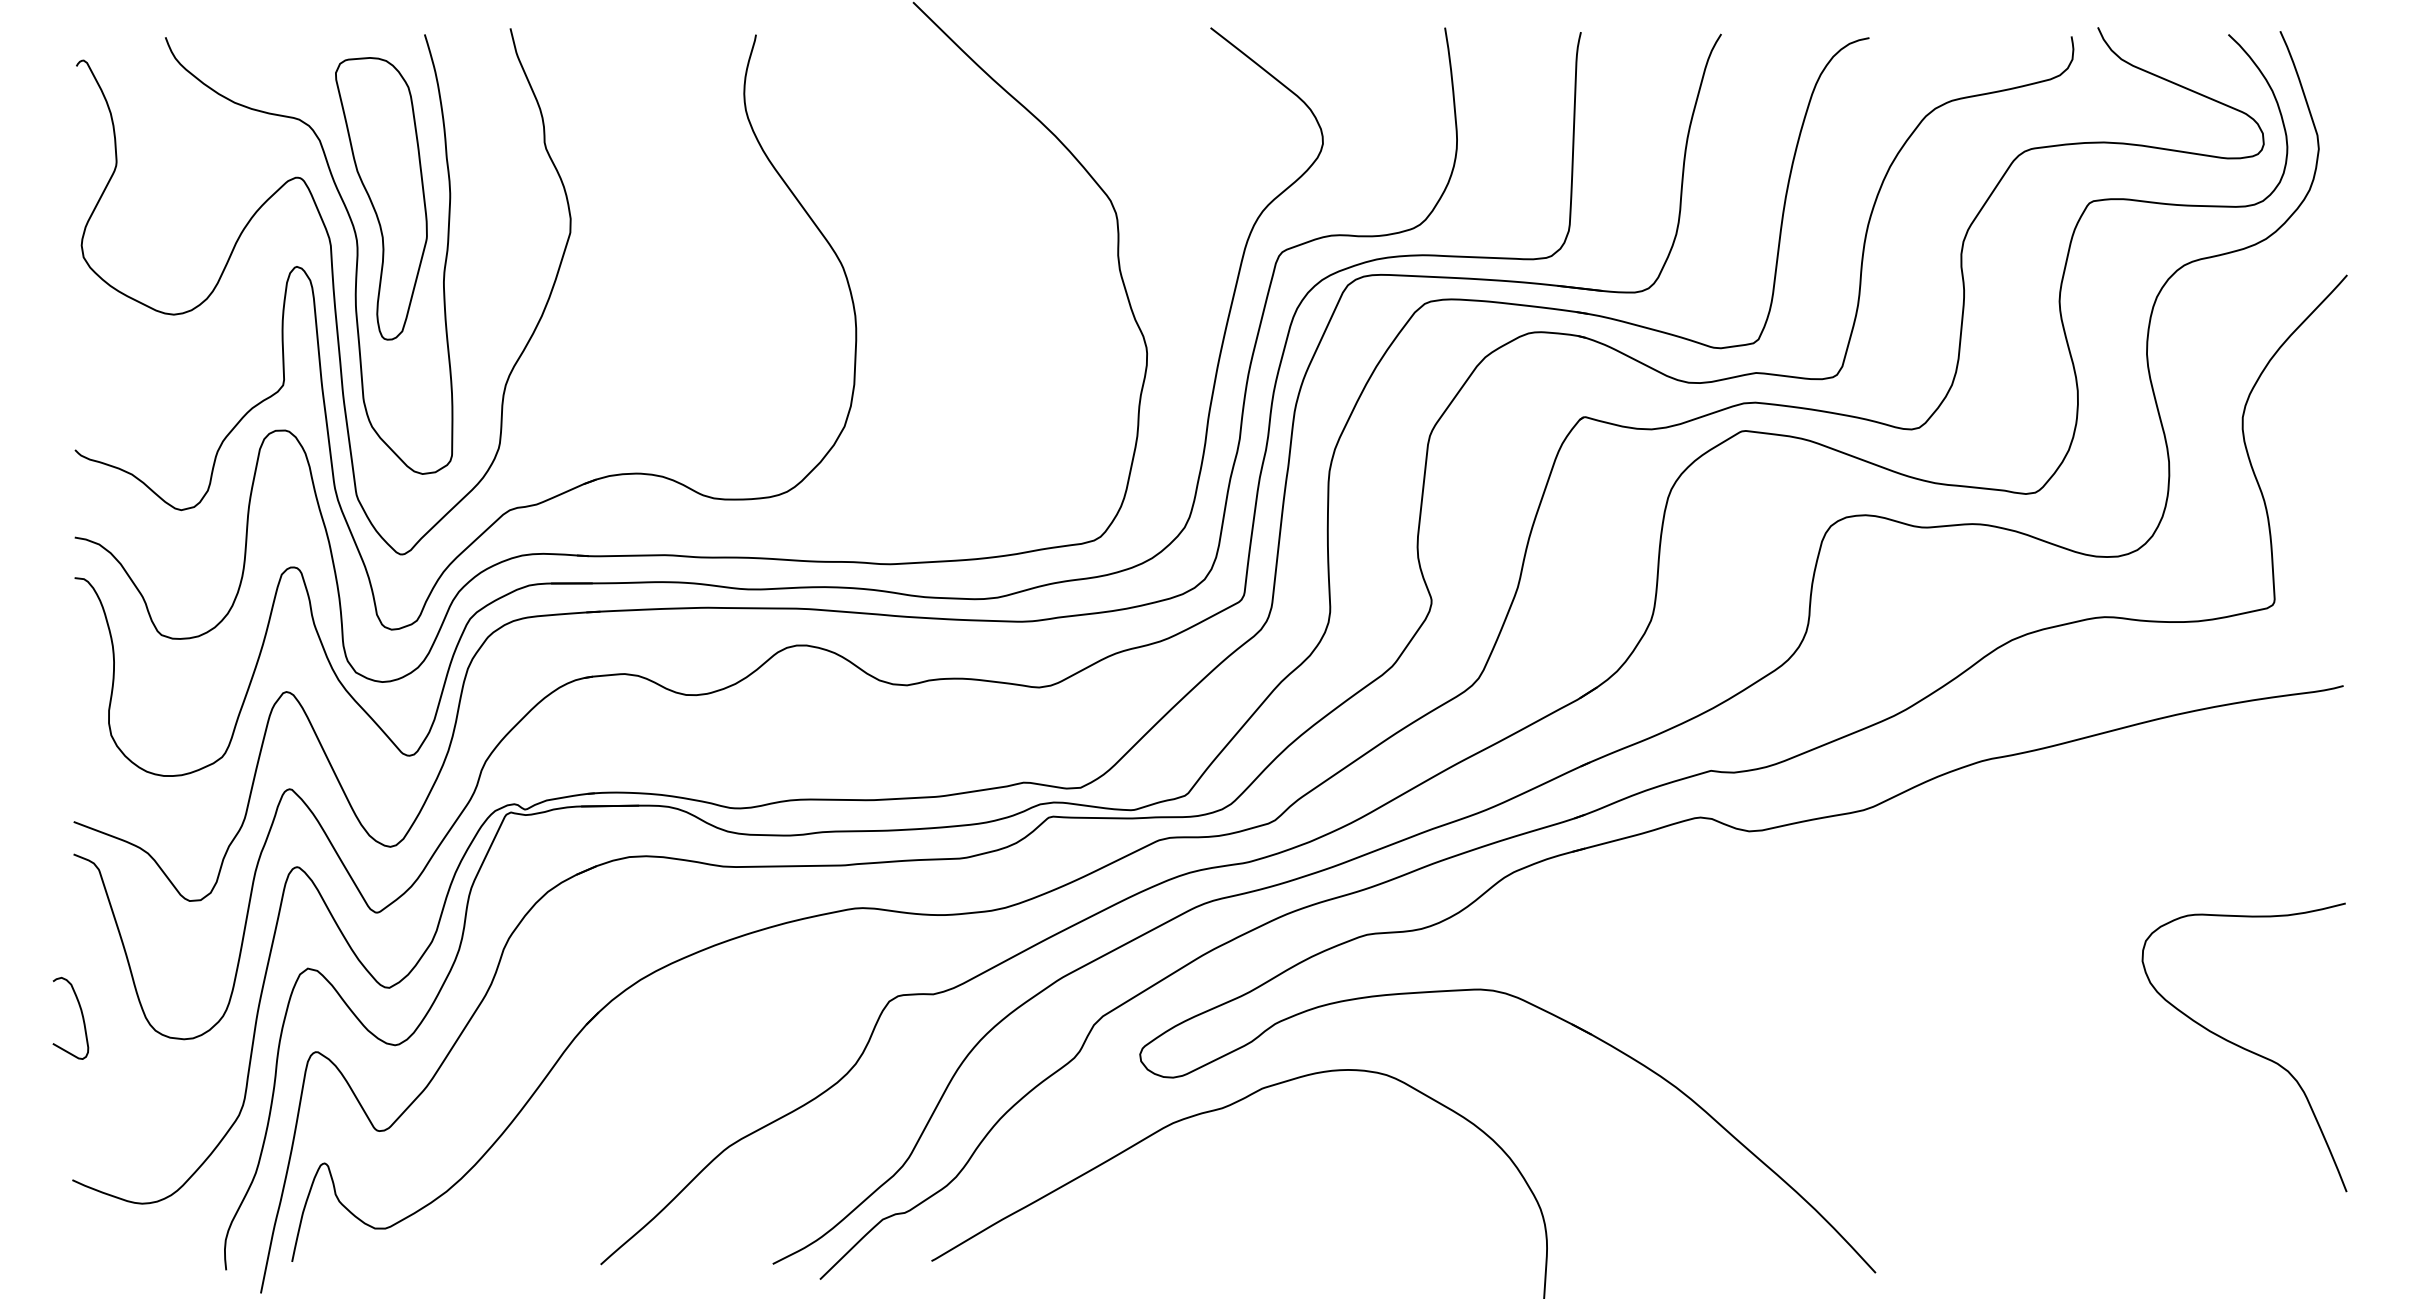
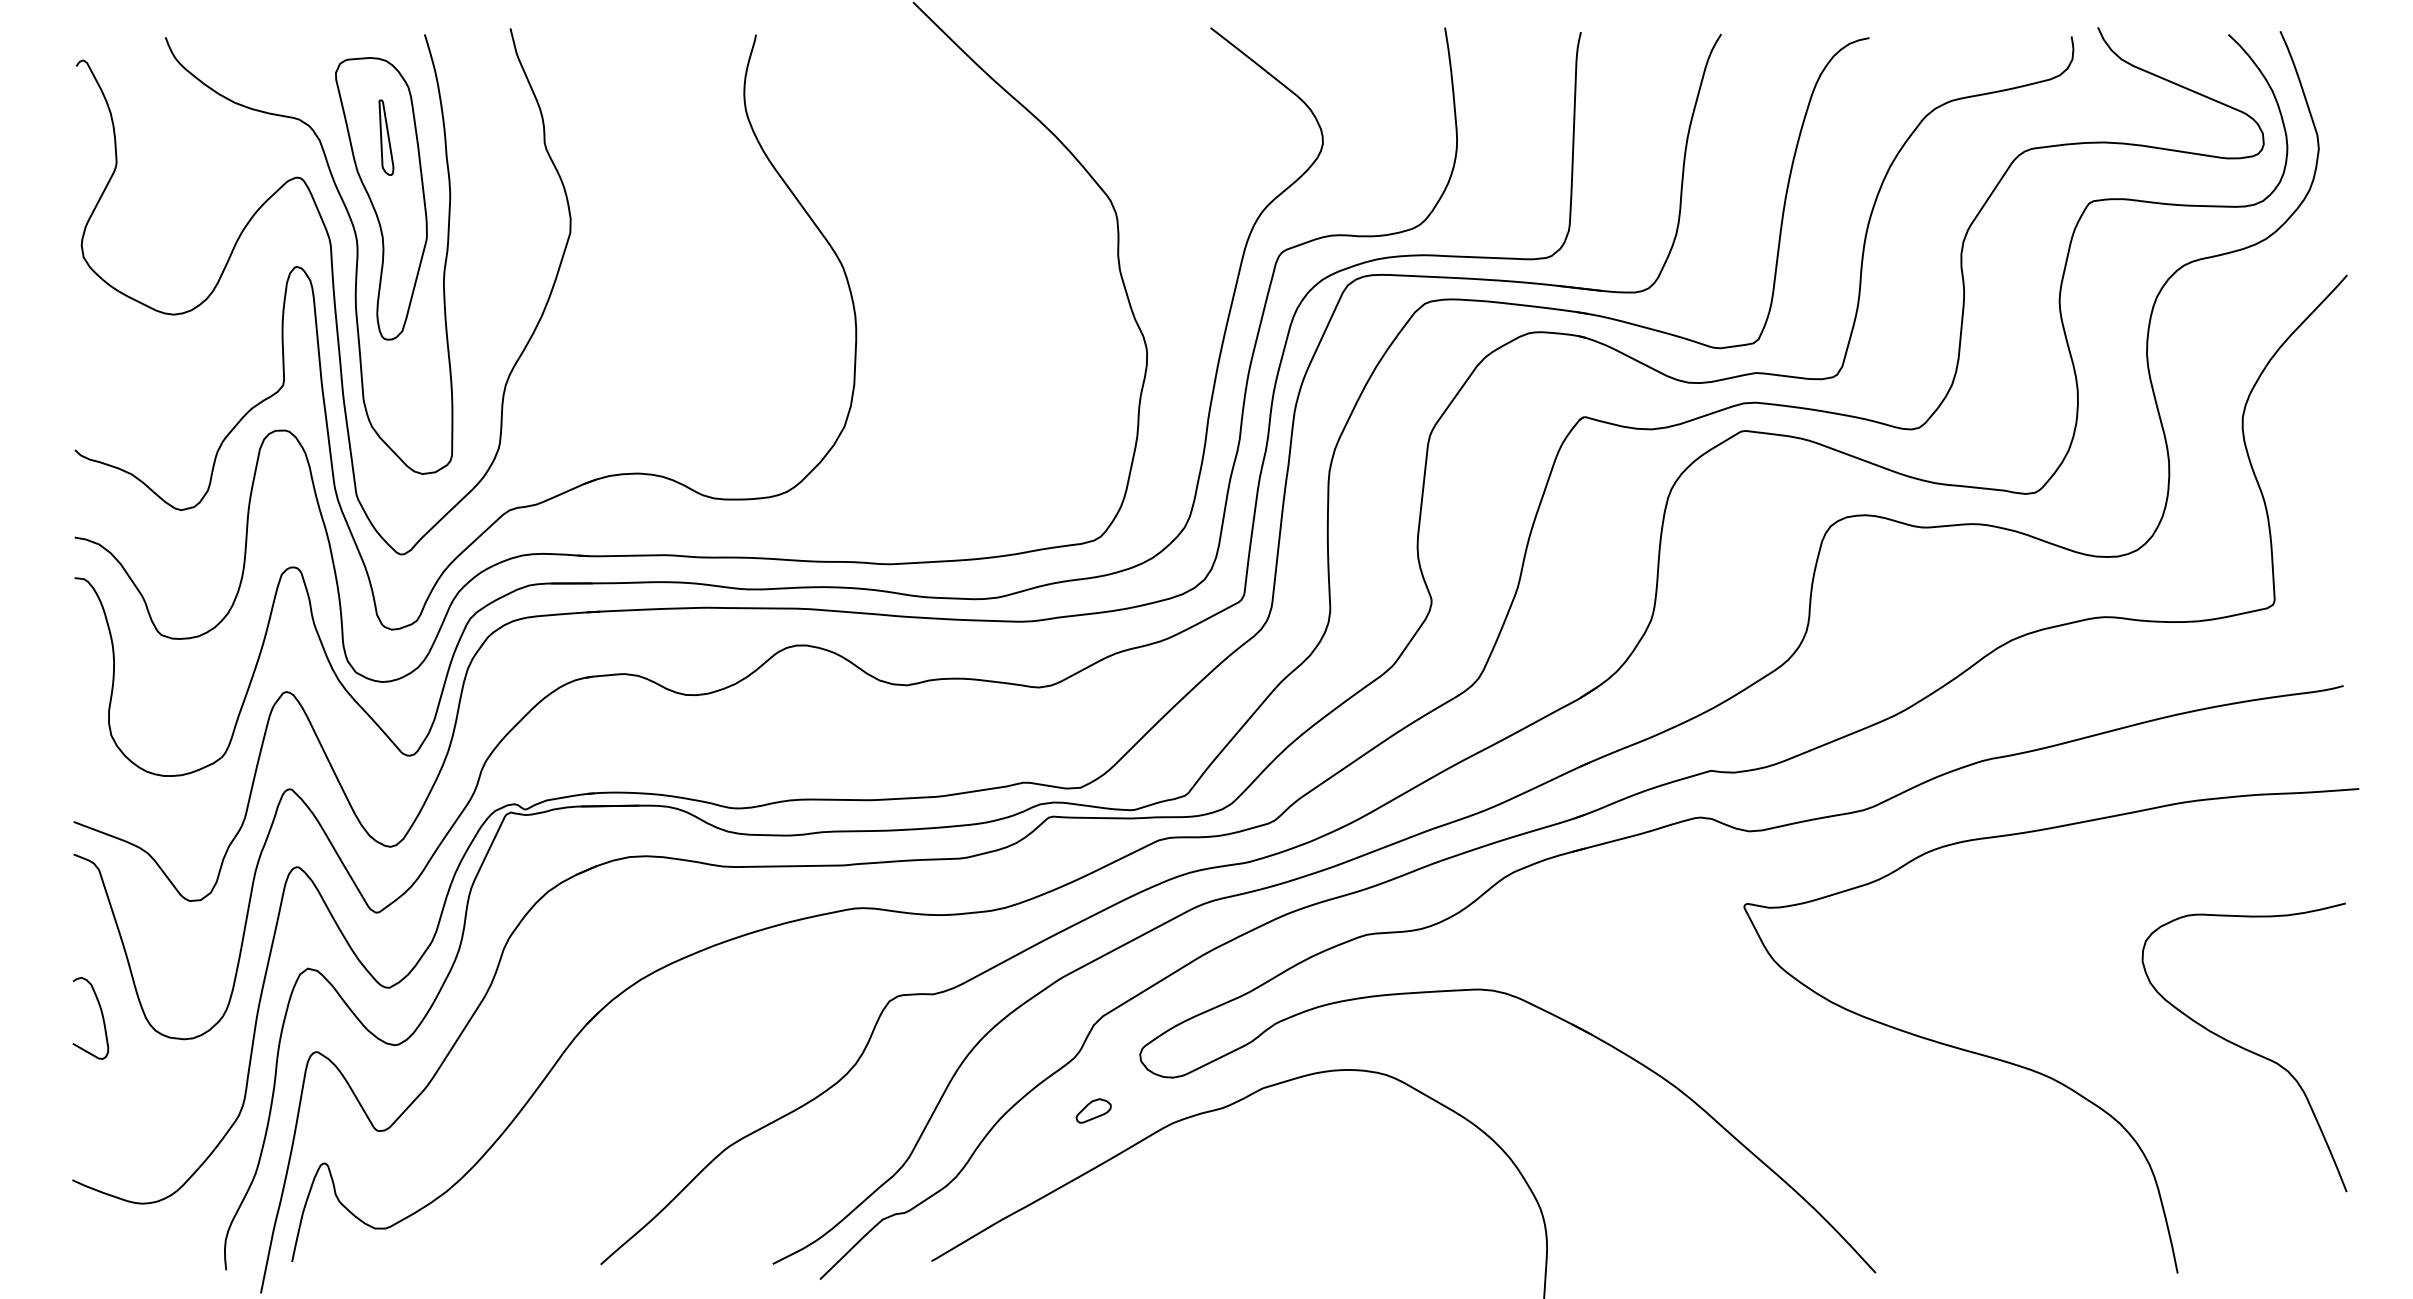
part at (386, 137): none -> present
curve at (81, 1015) position: (81, 1015) -> (101, 1015)
curve at (2033, 1069): none -> present
part at (1093, 1110): none -> present
